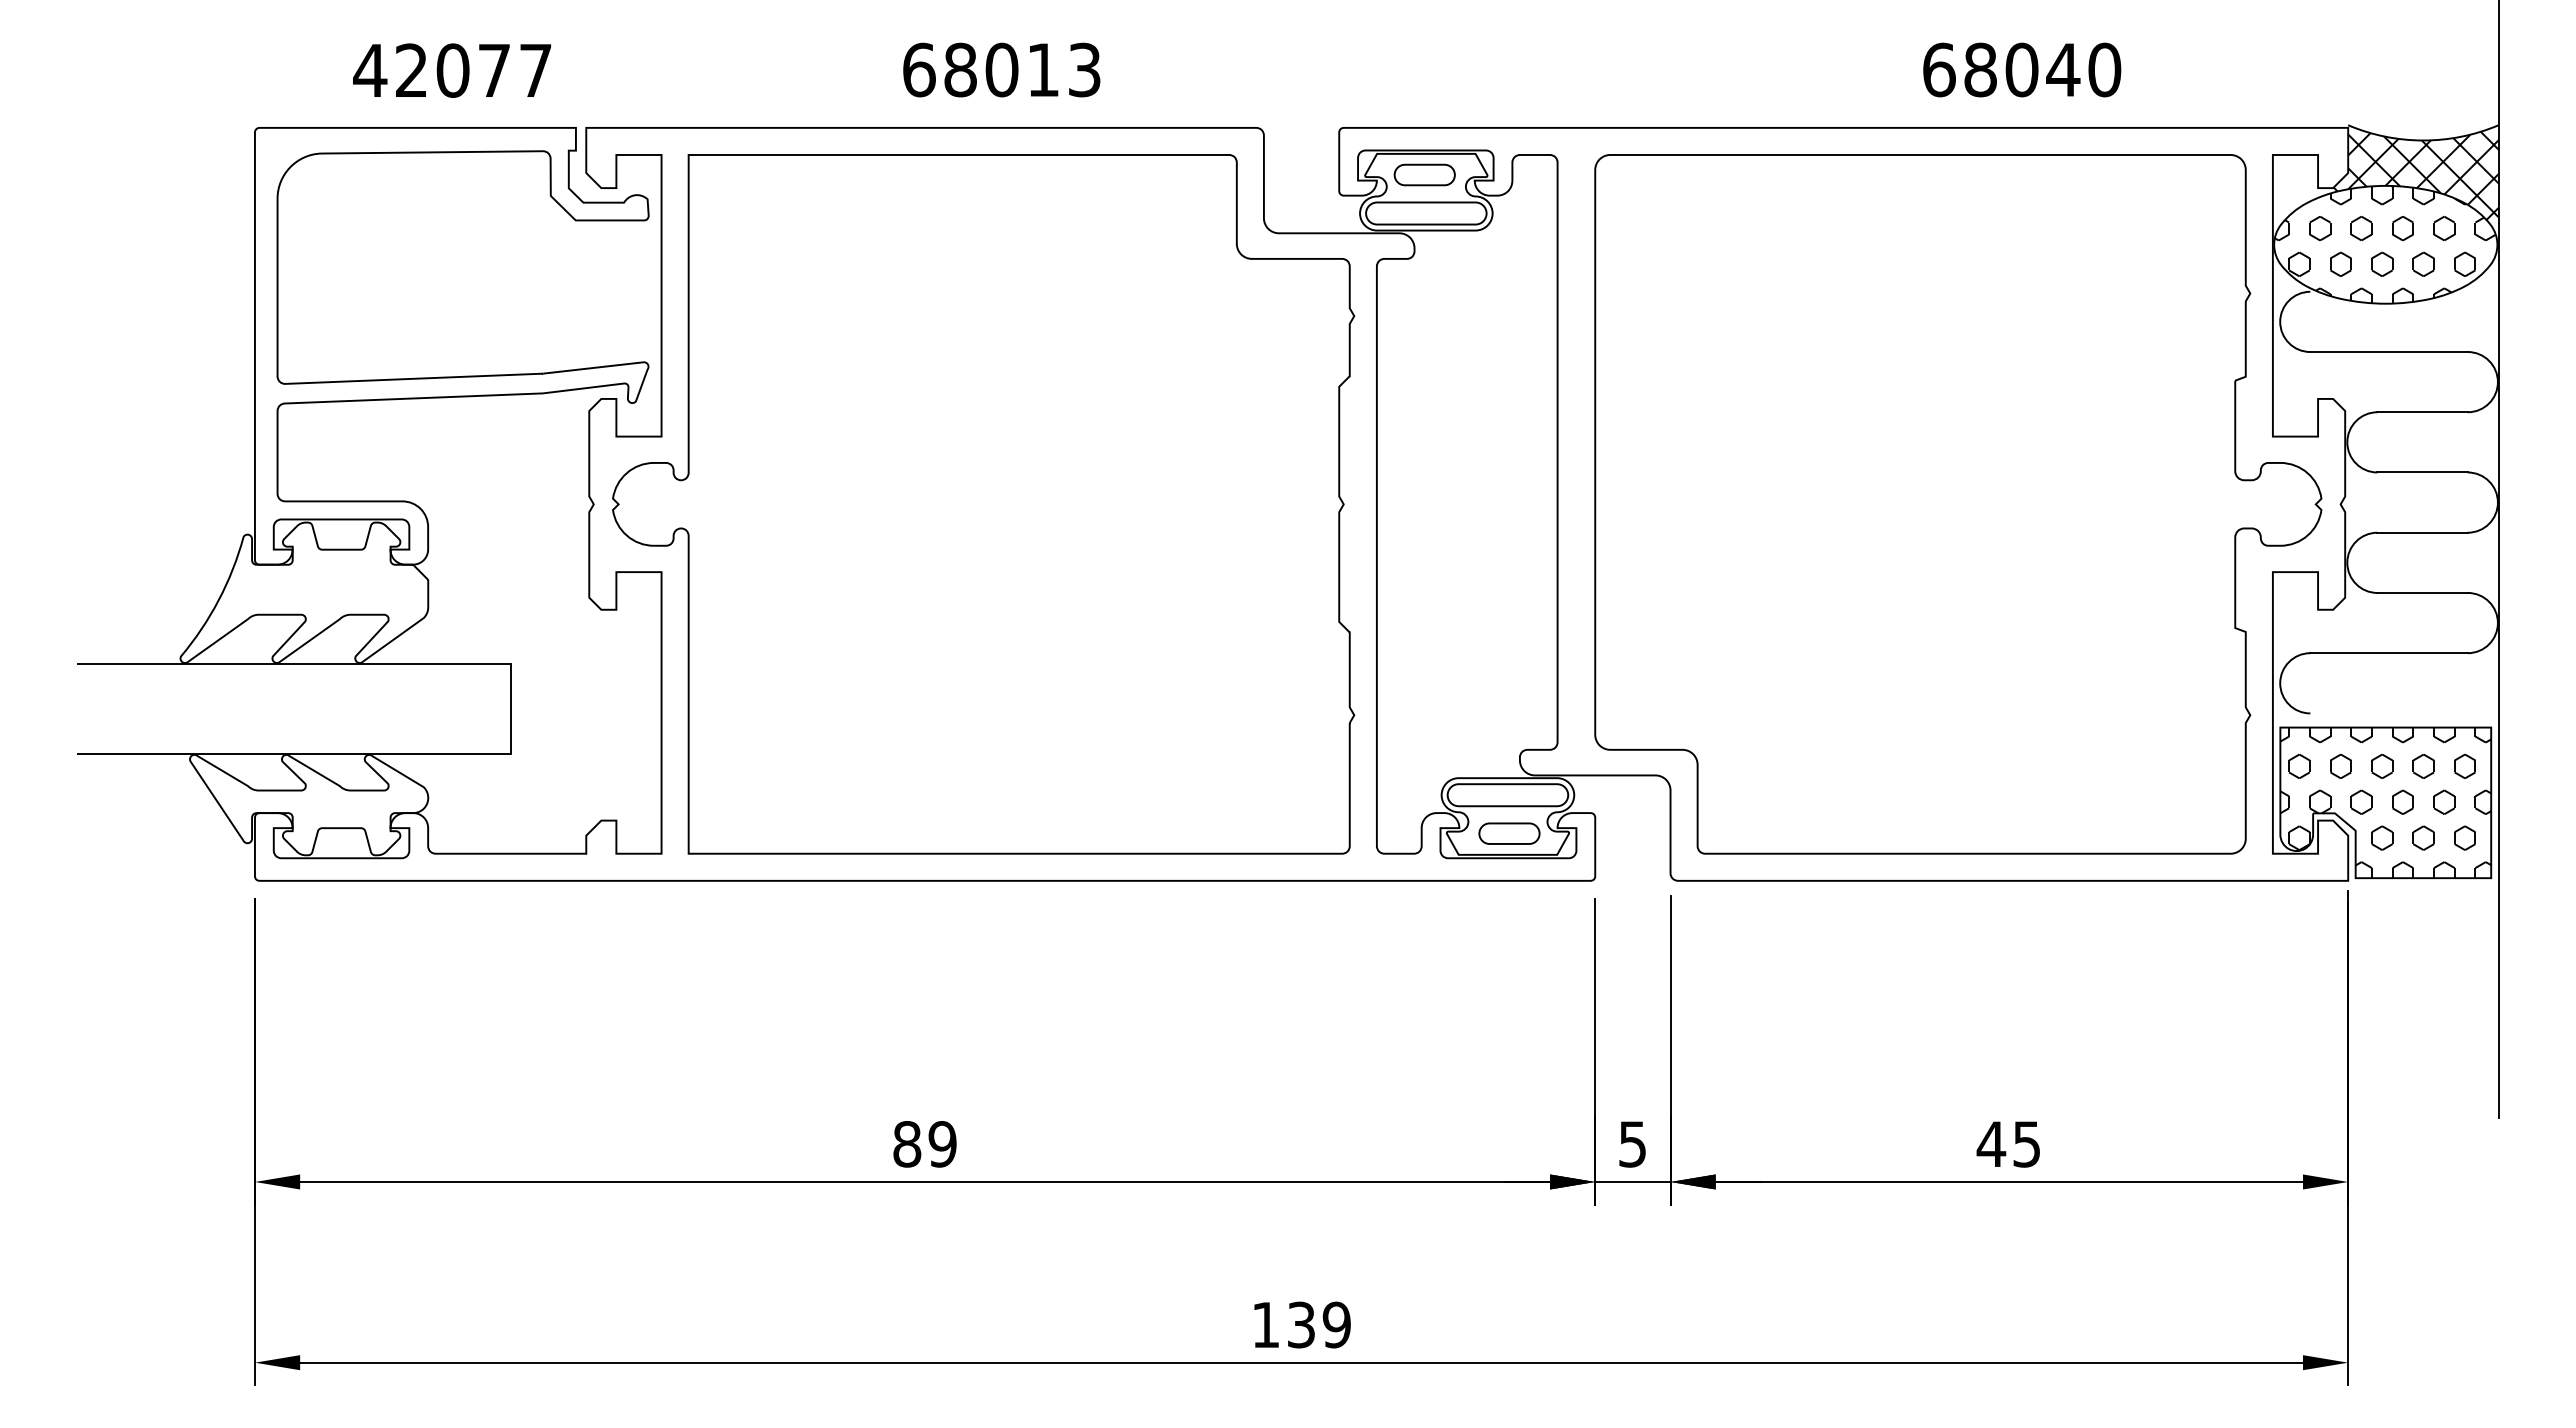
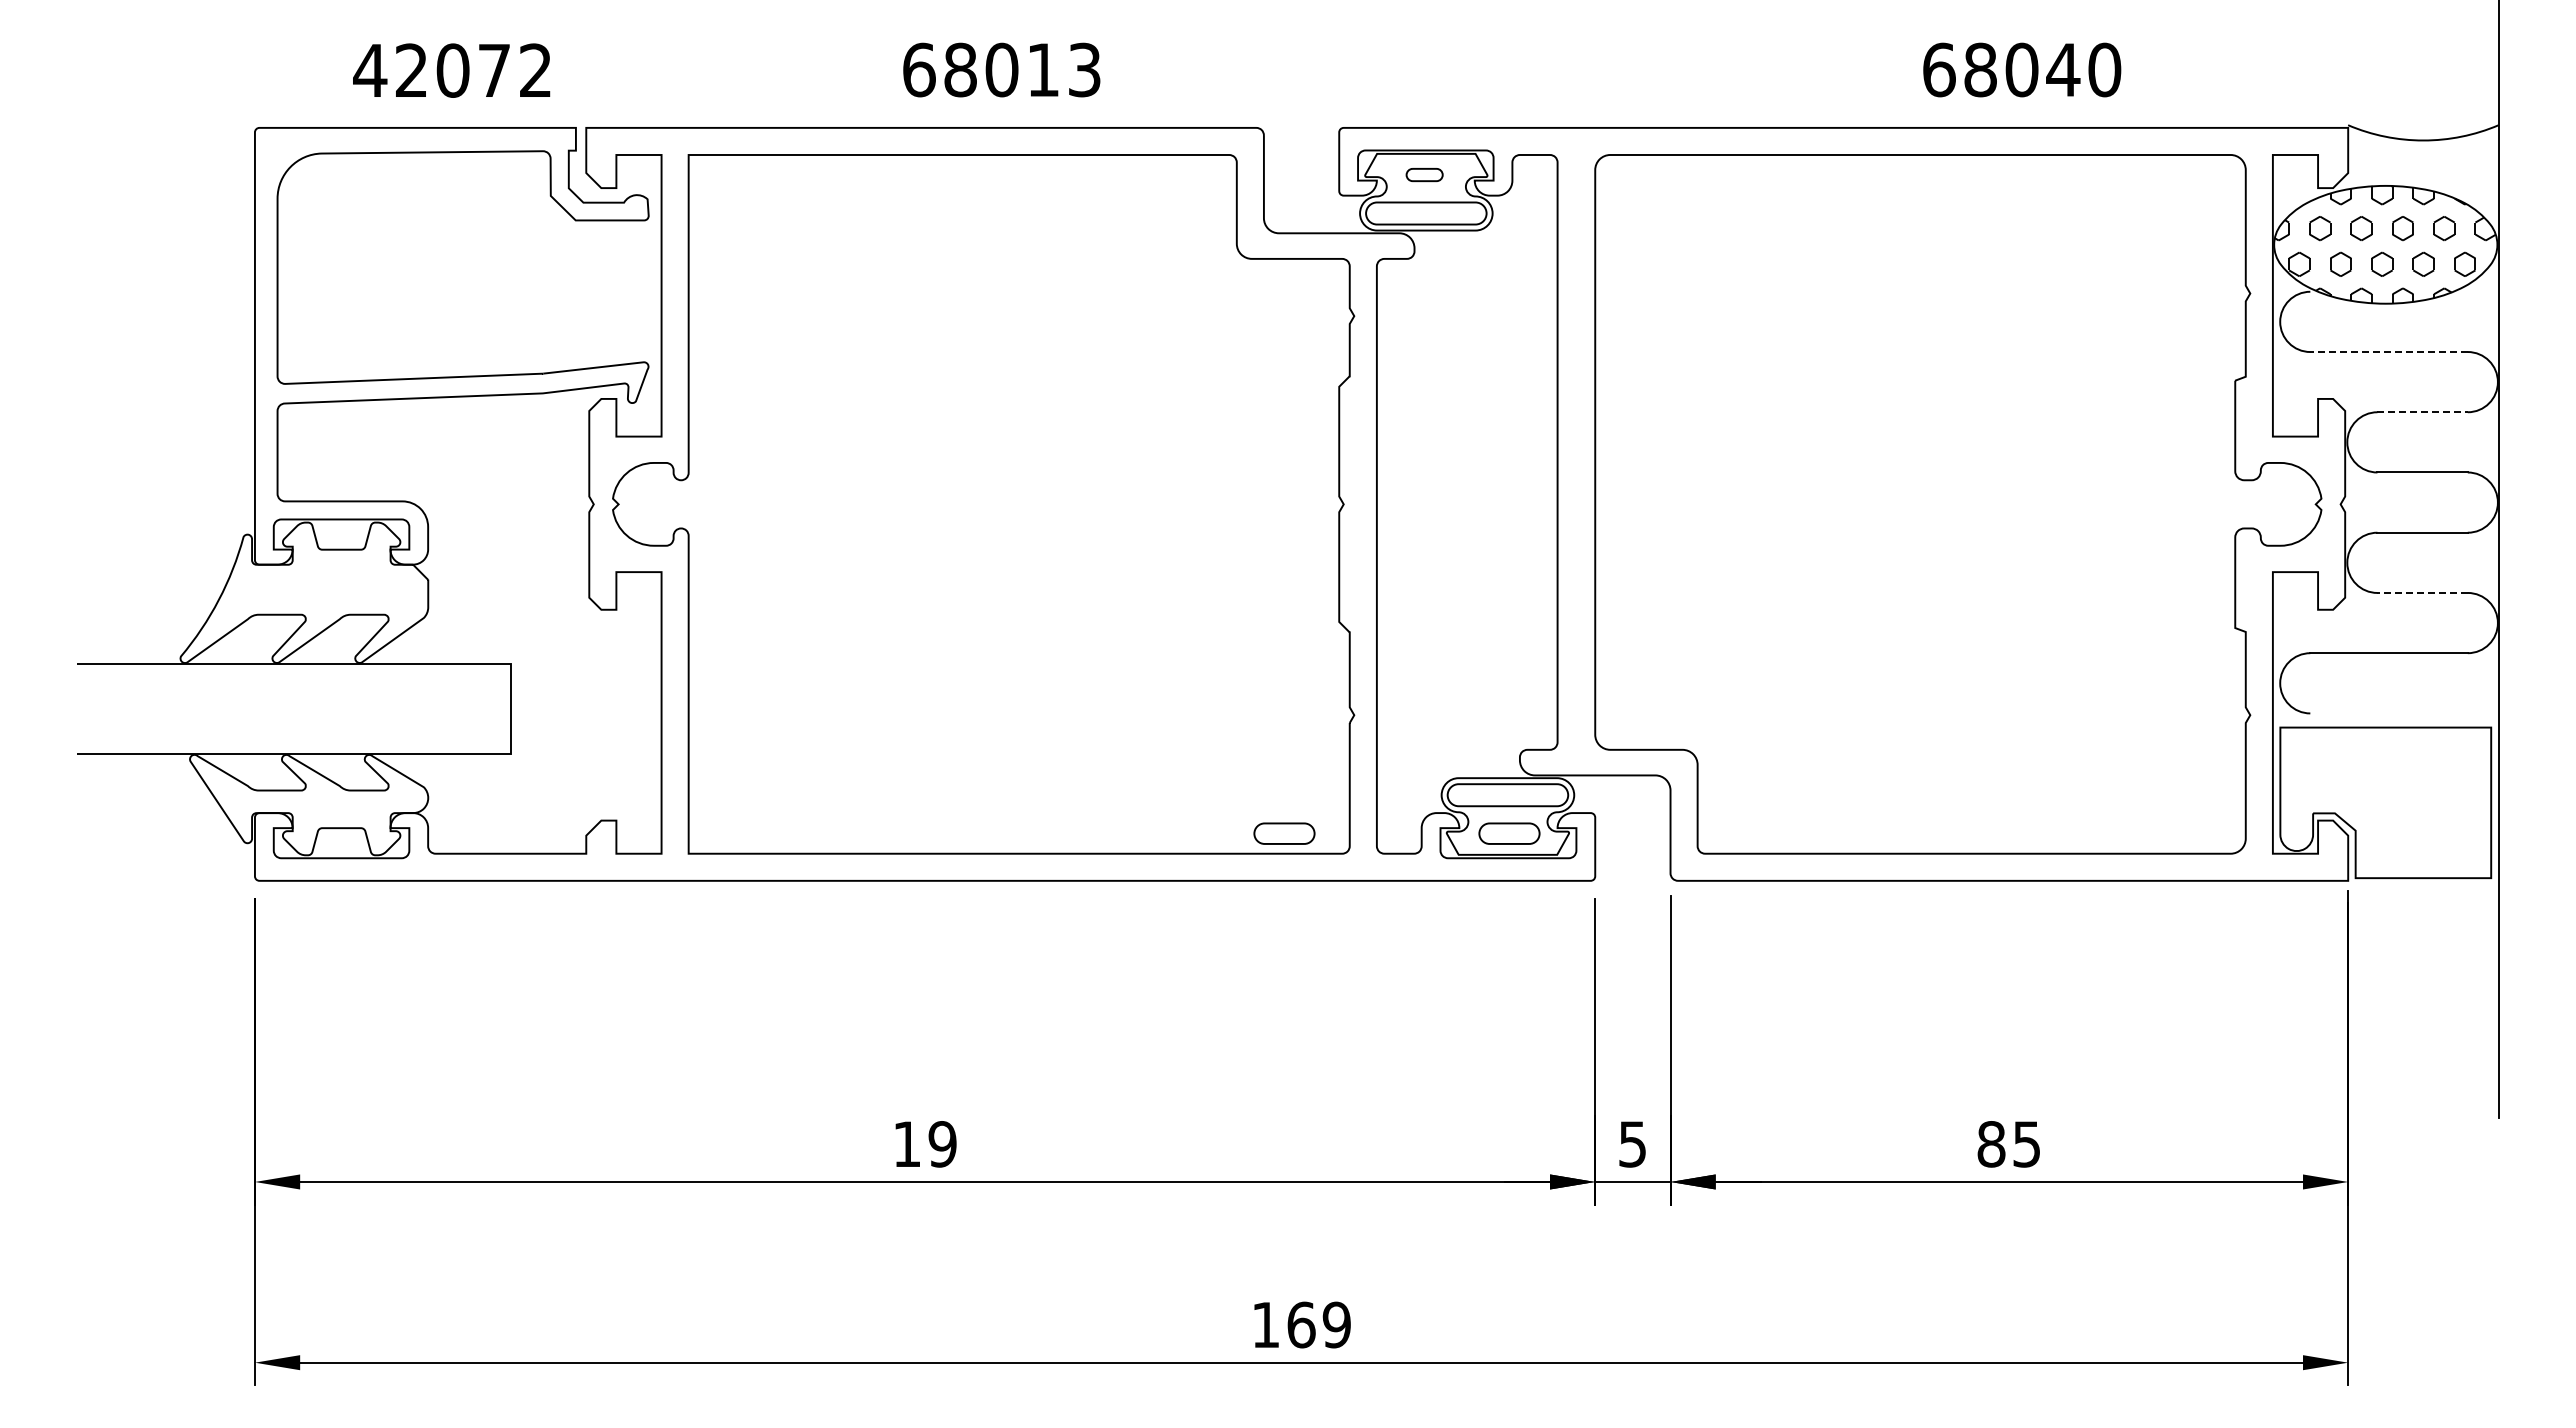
text at (535, 69): 42077 -> 42072
part at (1424, 174) size: 63x24 px -> 39x15 px
hatch at (2415, 186): present -> none
line at (2389, 352): solid -> dashed
line at (2423, 412): solid -> dashed
line at (2422, 592): solid -> dashed
hatch at (2385, 802): present -> none
part at (1284, 833): none -> present
text at (907, 1144): 89 -> 19
text at (1991, 1144): 45 -> 85
text at (1301, 1324): 139 -> 169
